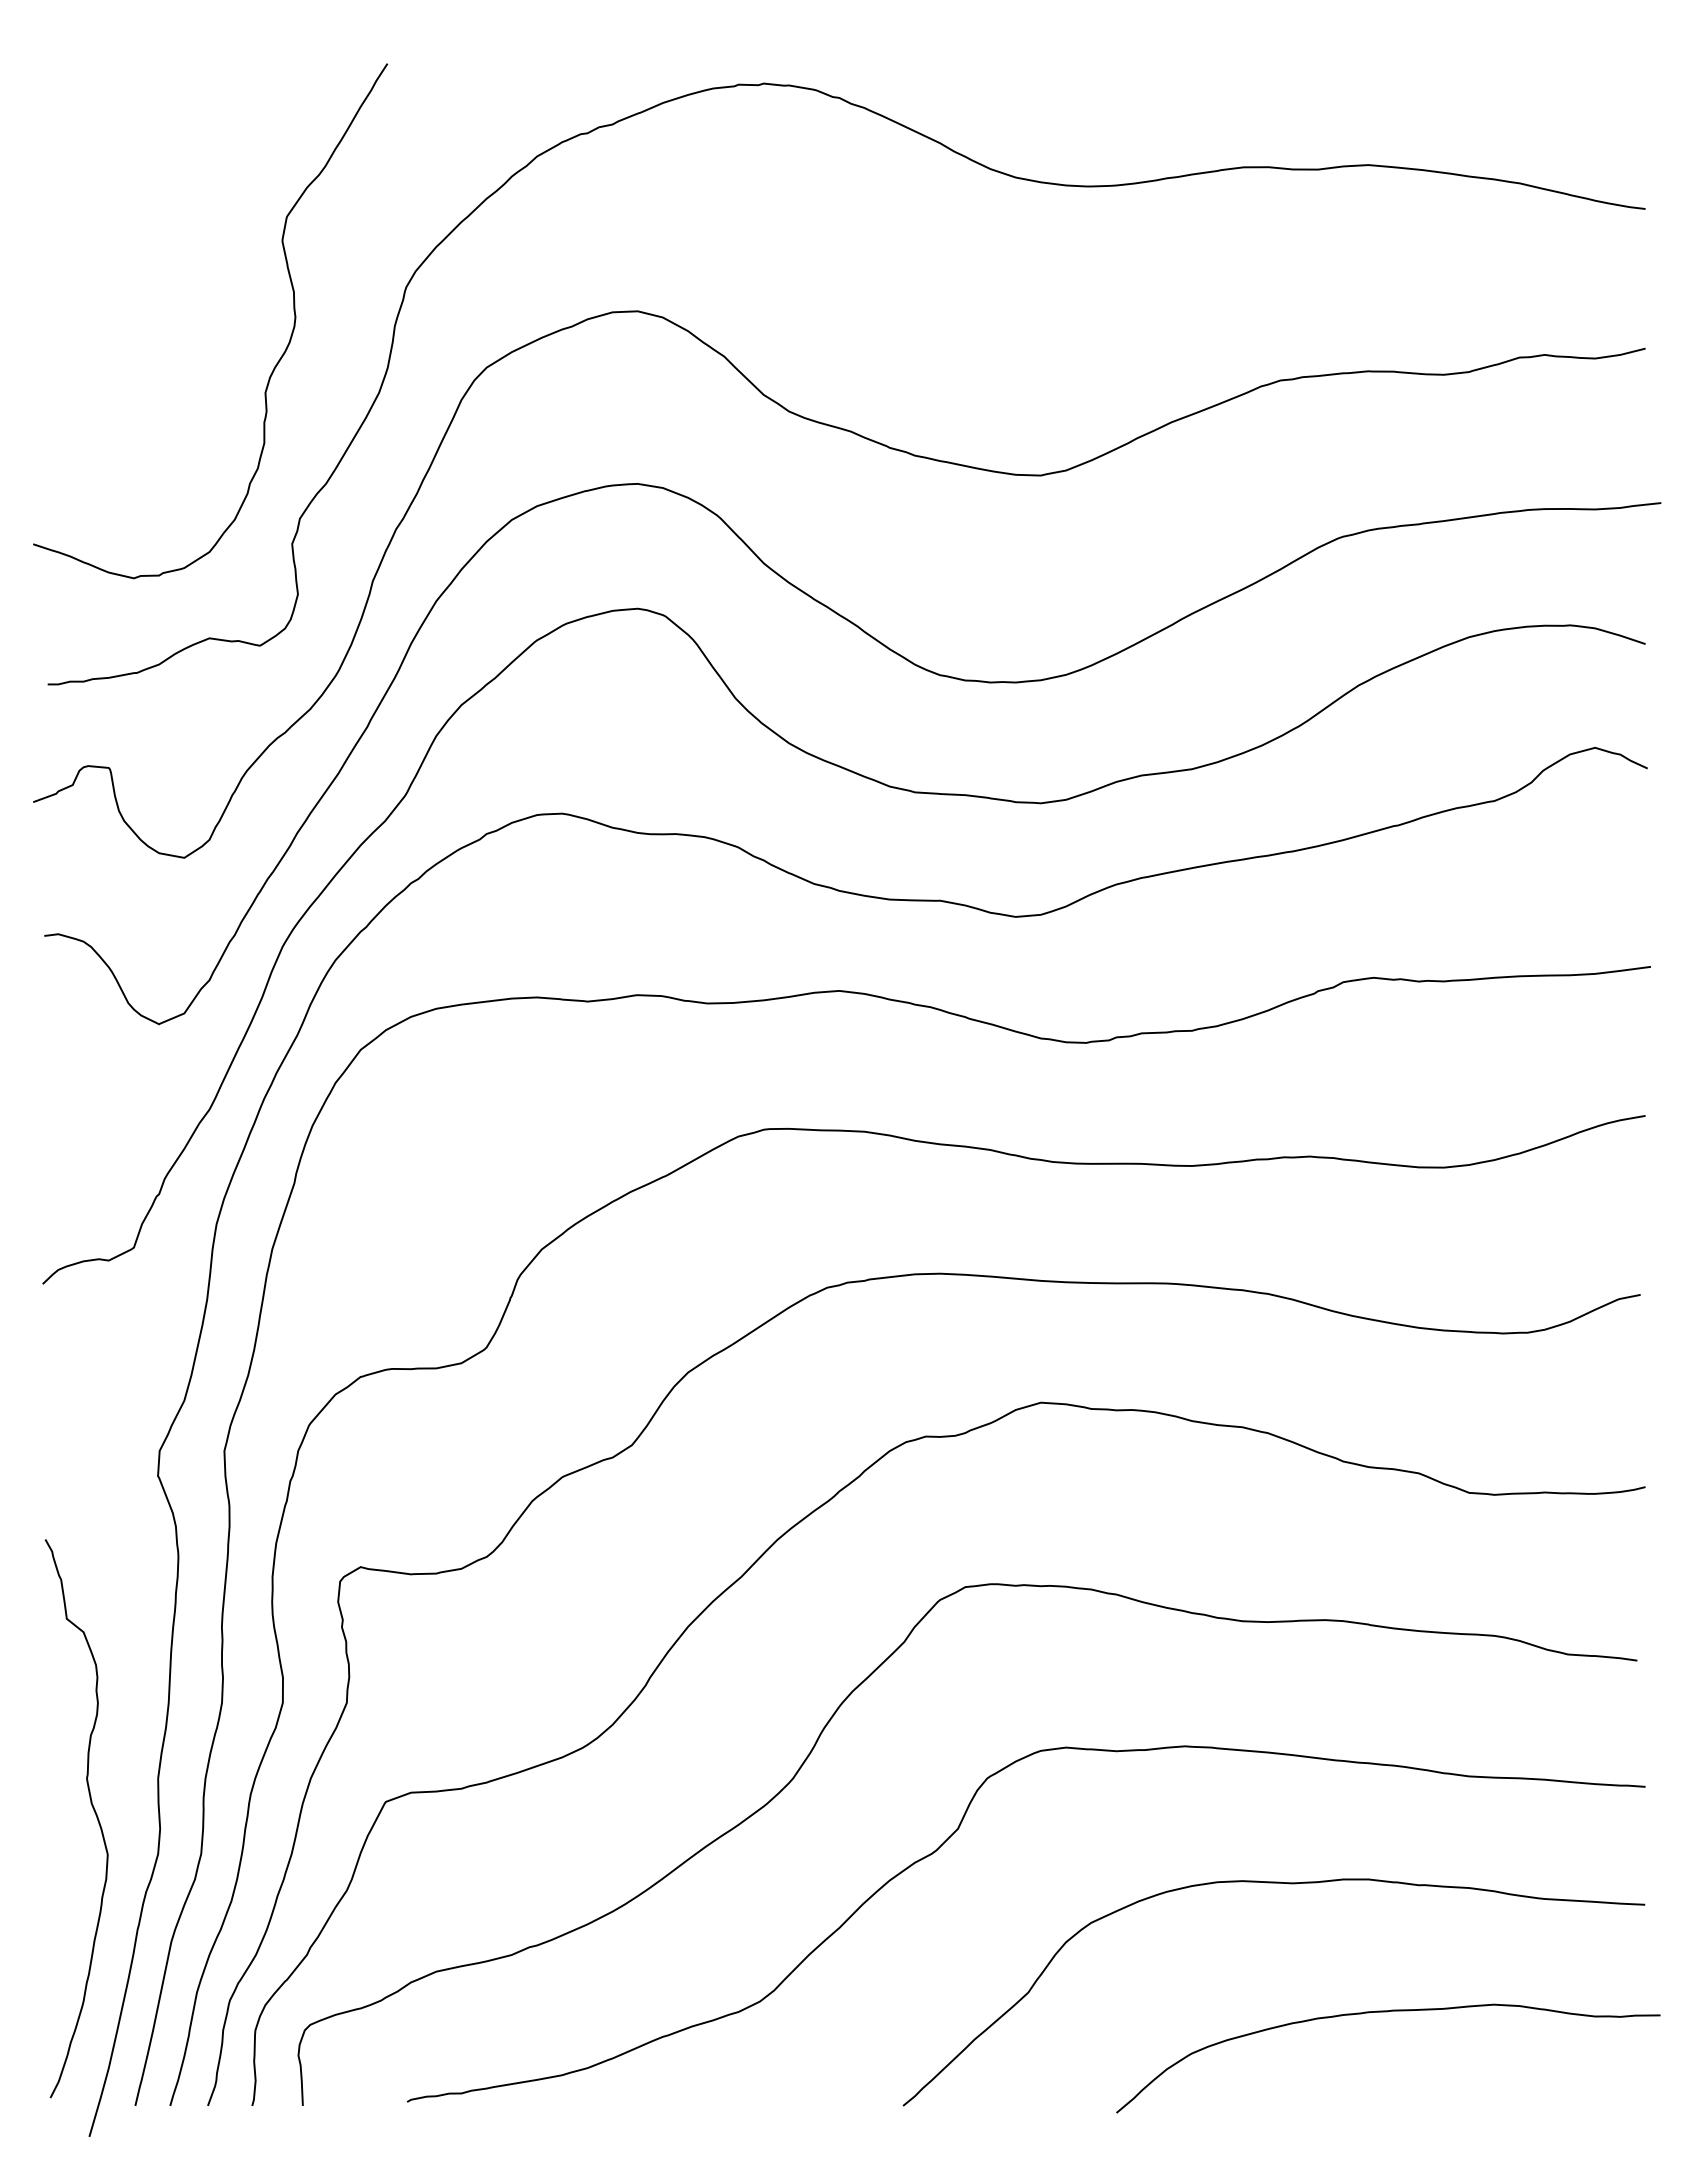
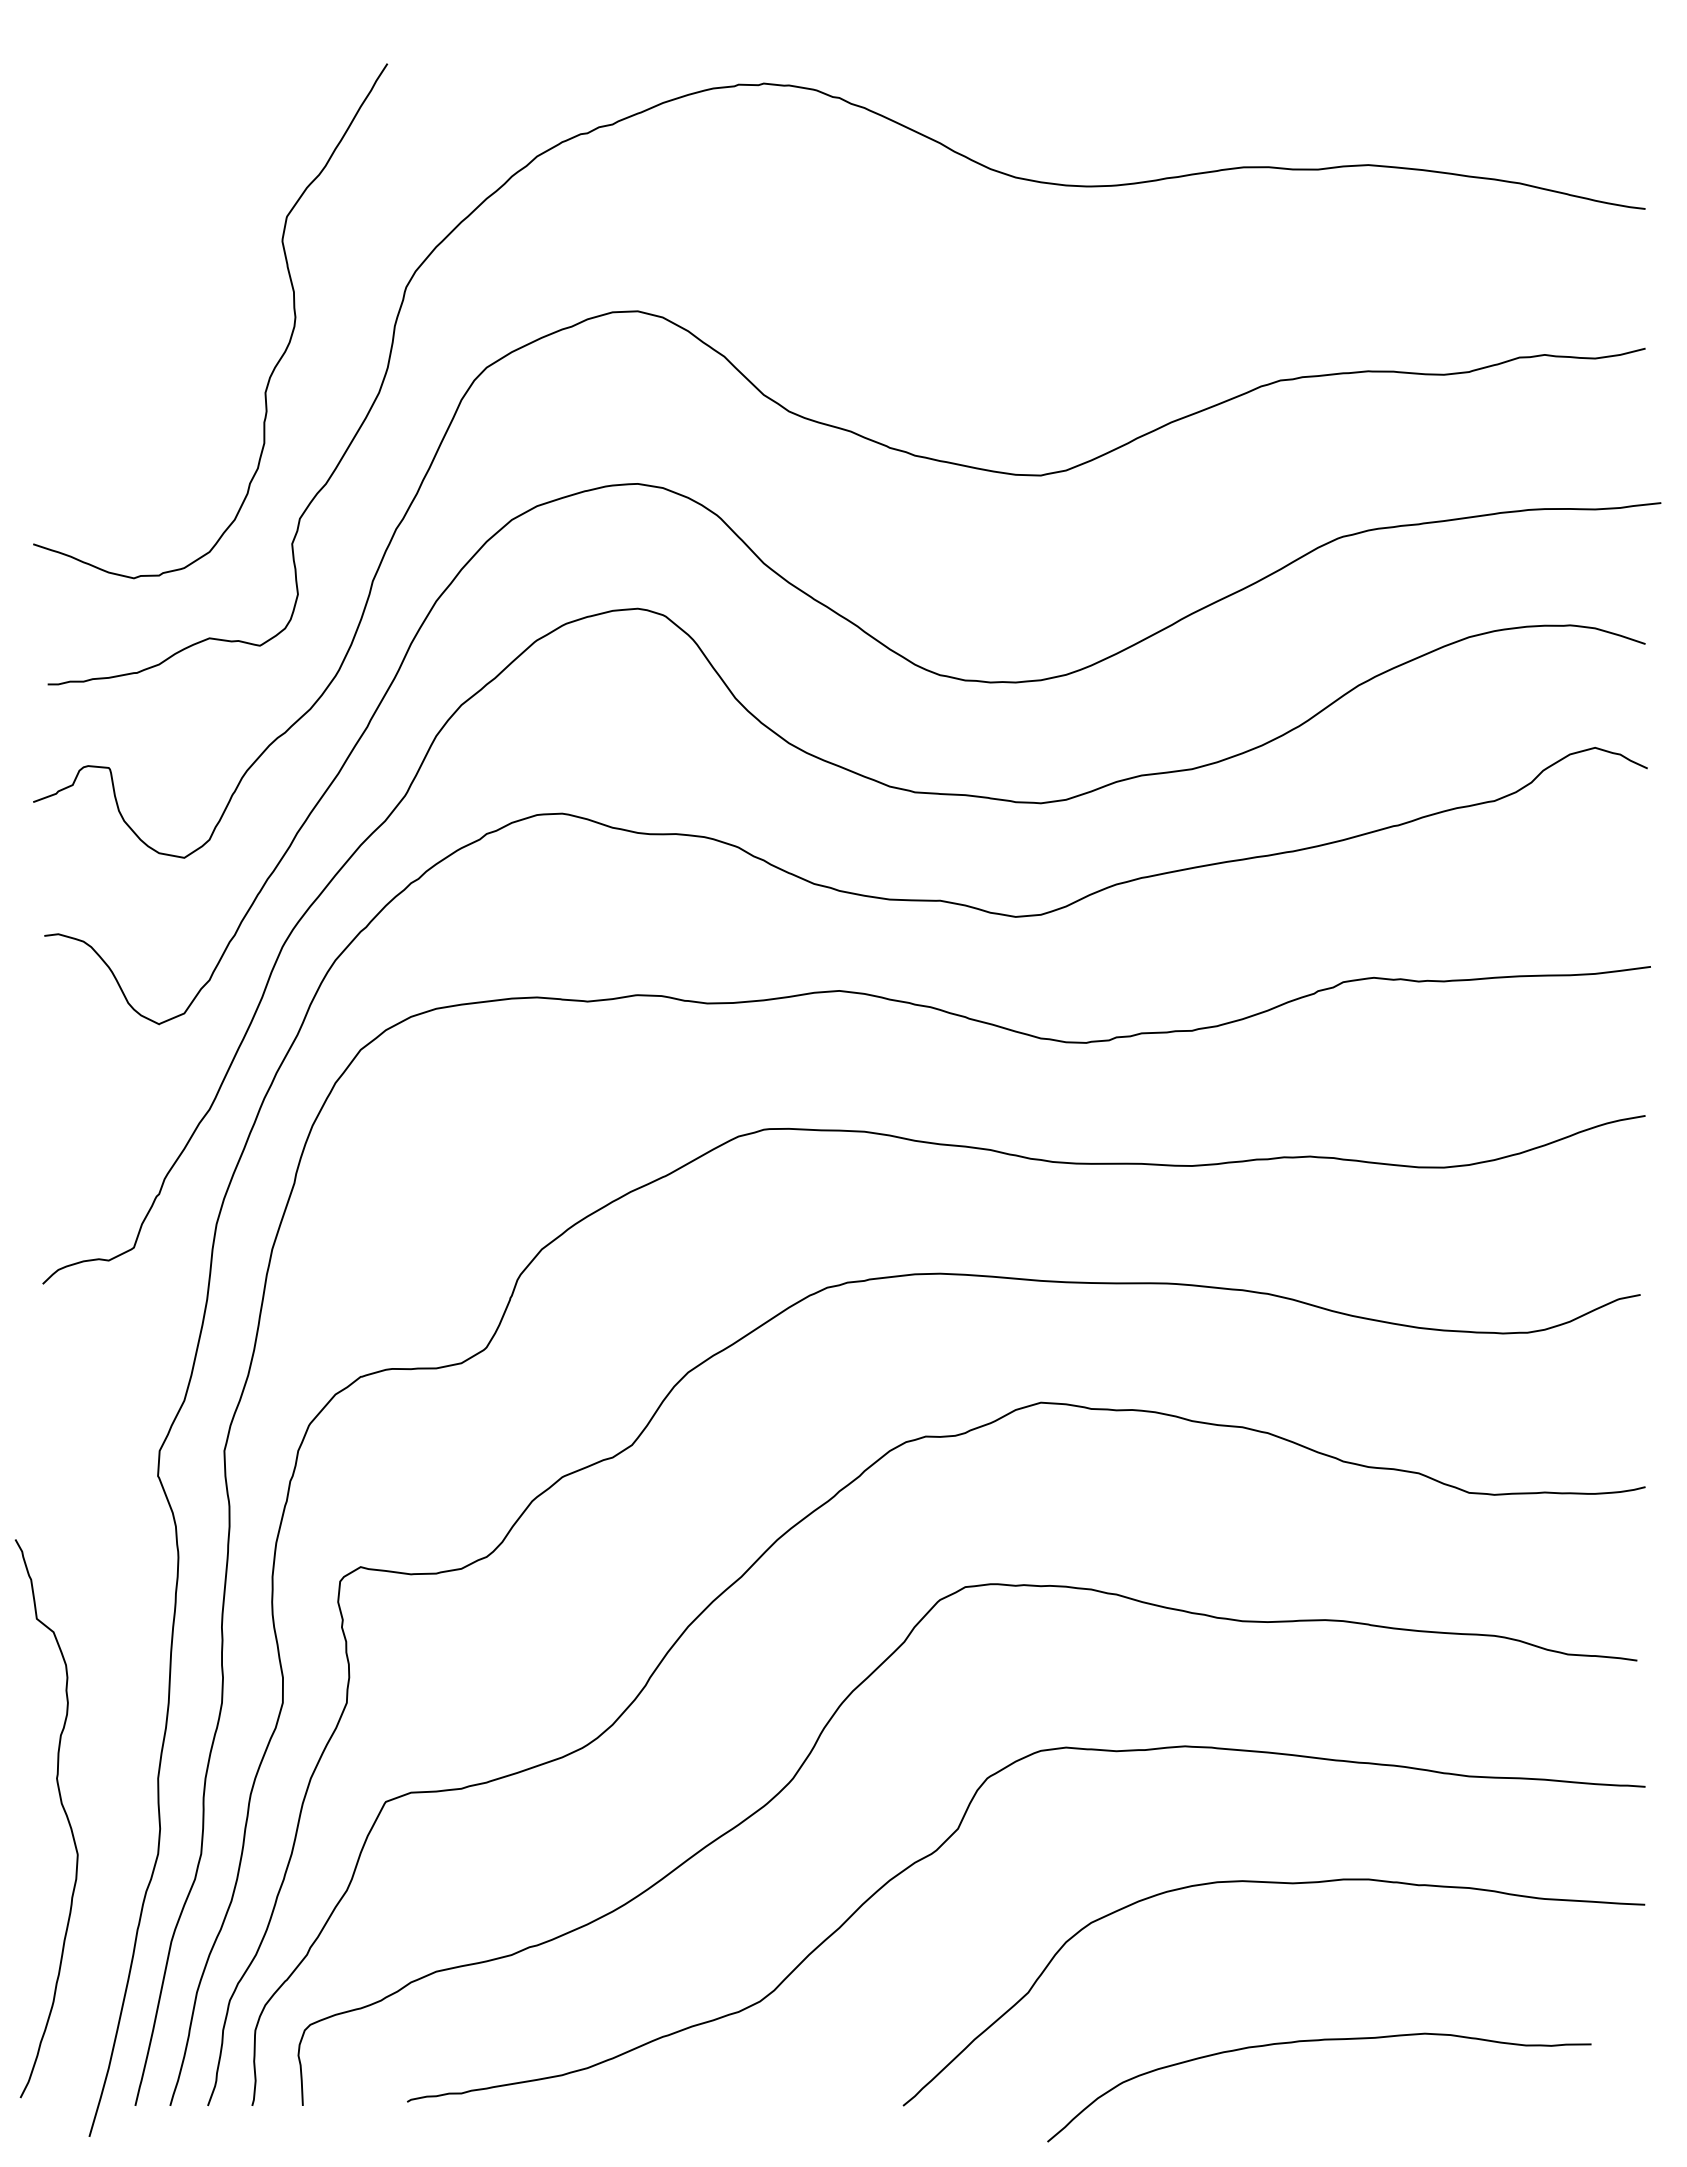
curve at (93, 1810) position: (93, 1810) -> (63, 1810)
curve at (1387, 2012) position: (1387, 2012) -> (1318, 2041)
